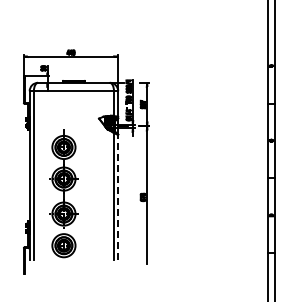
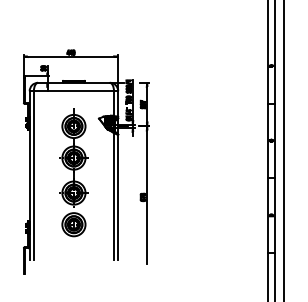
line at (284, 150): none -> present
part at (63, 193) position: (63, 193) -> (73, 172)
line at (118, 196): dashed -> solid
